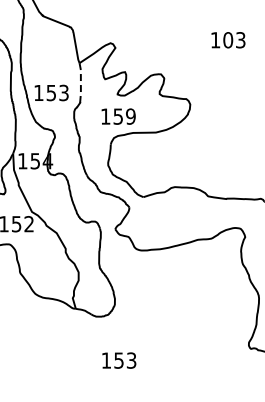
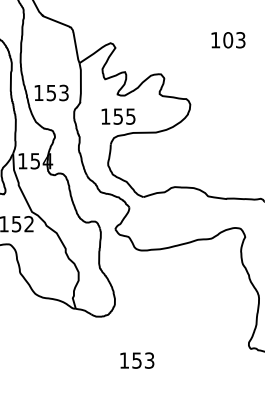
line at (80, 83): dashed -> solid
text at (130, 116): 159 -> 155
text at (119, 360) position: (119, 360) -> (137, 360)
